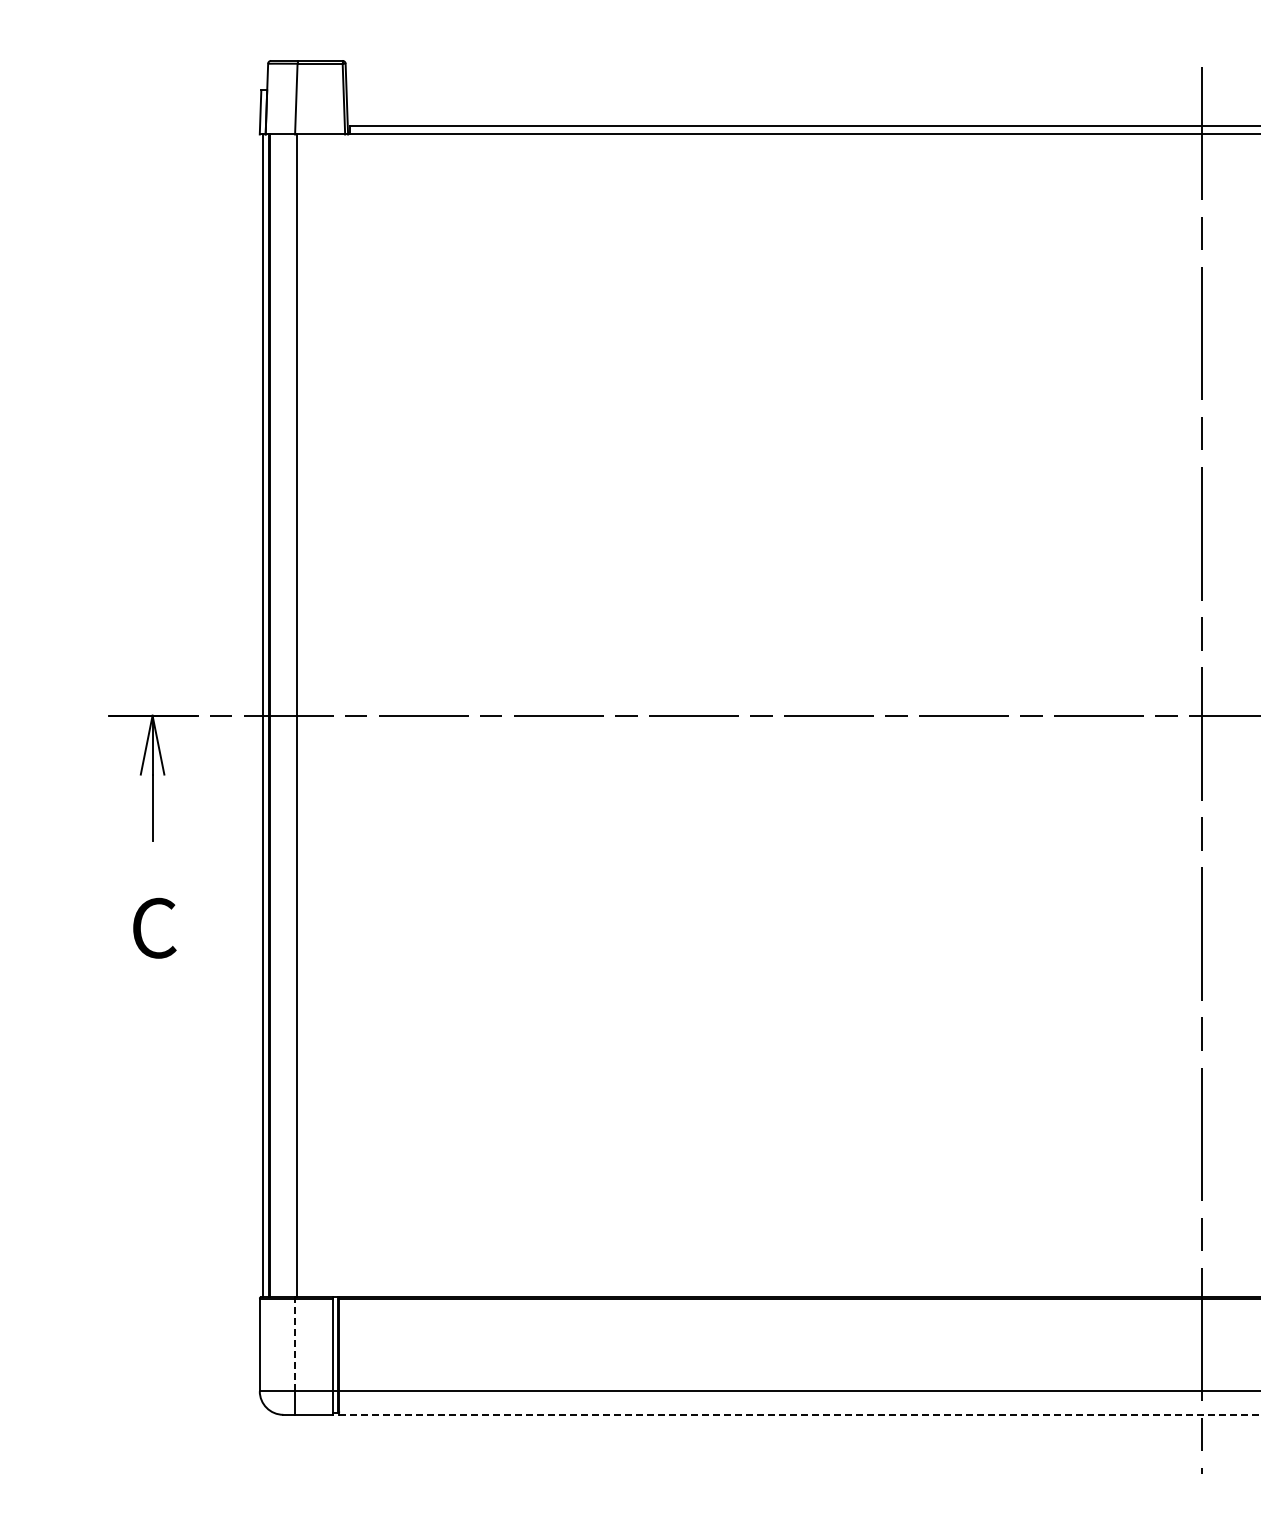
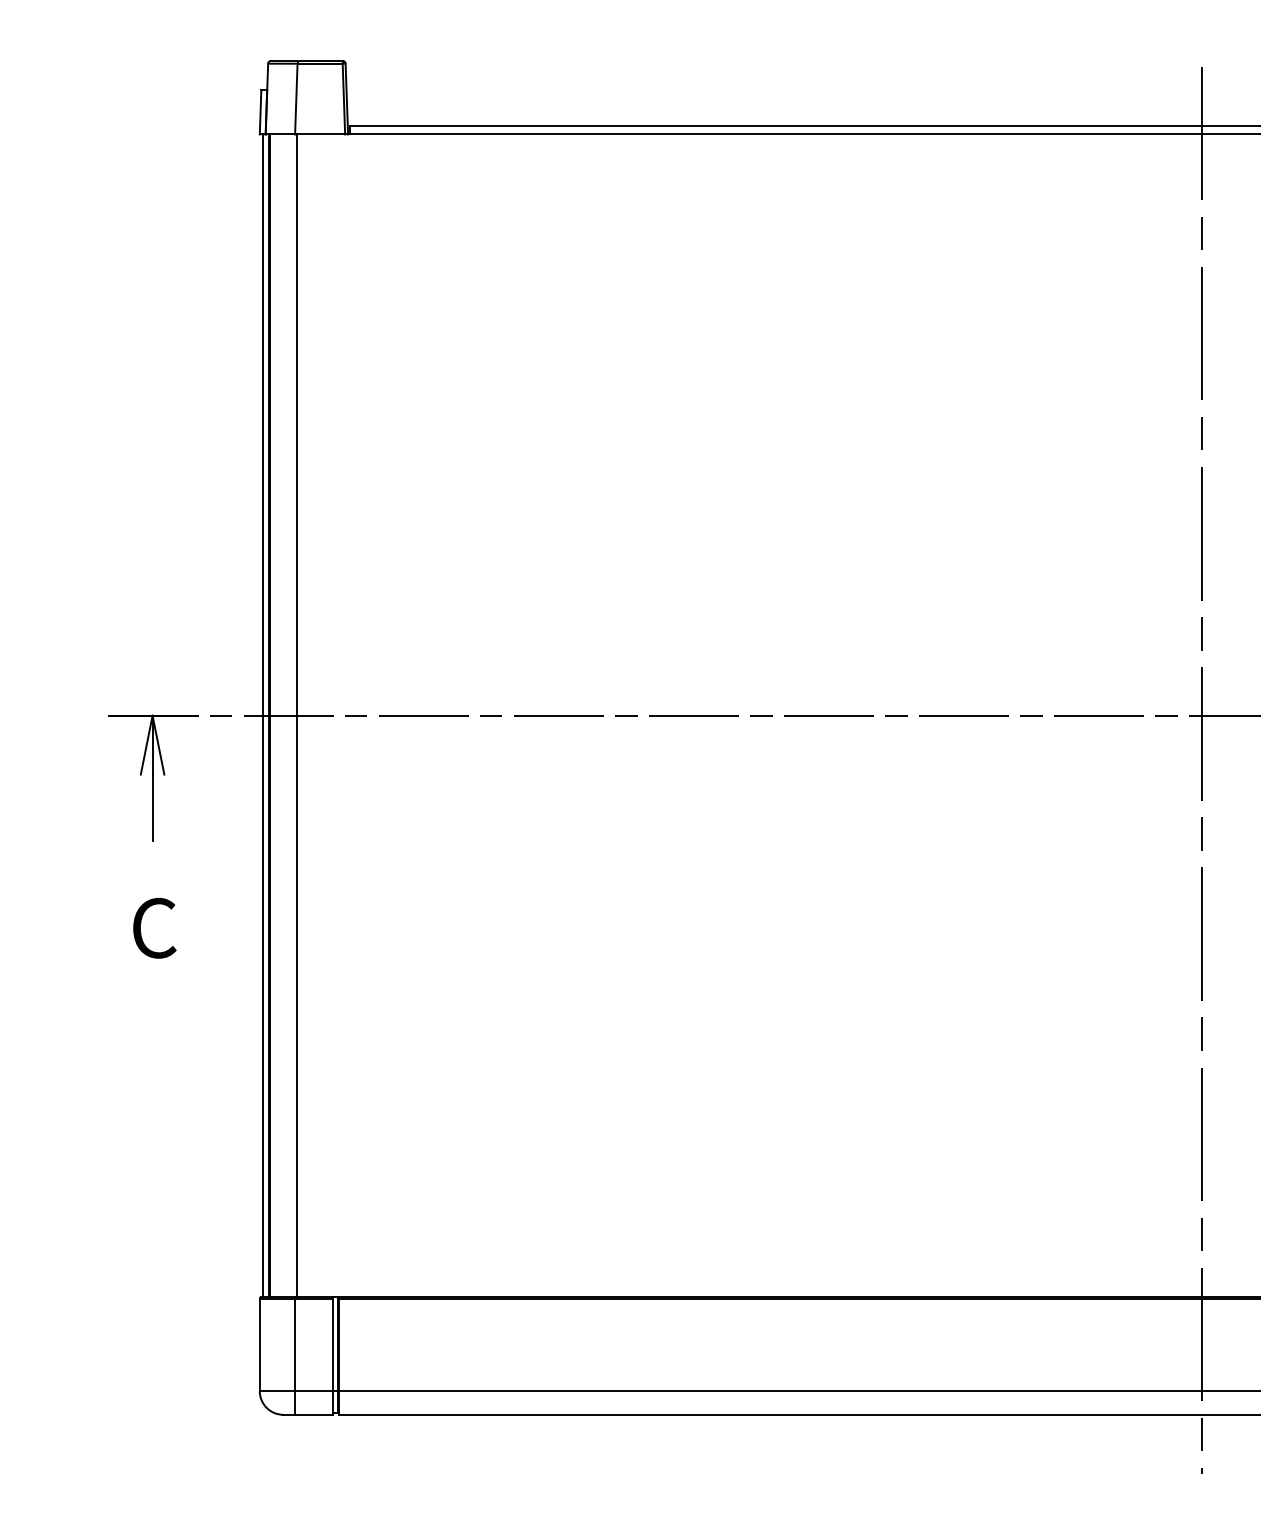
line at (295, 1344): dashed -> solid
line at (800, 1414): dashed -> solid
